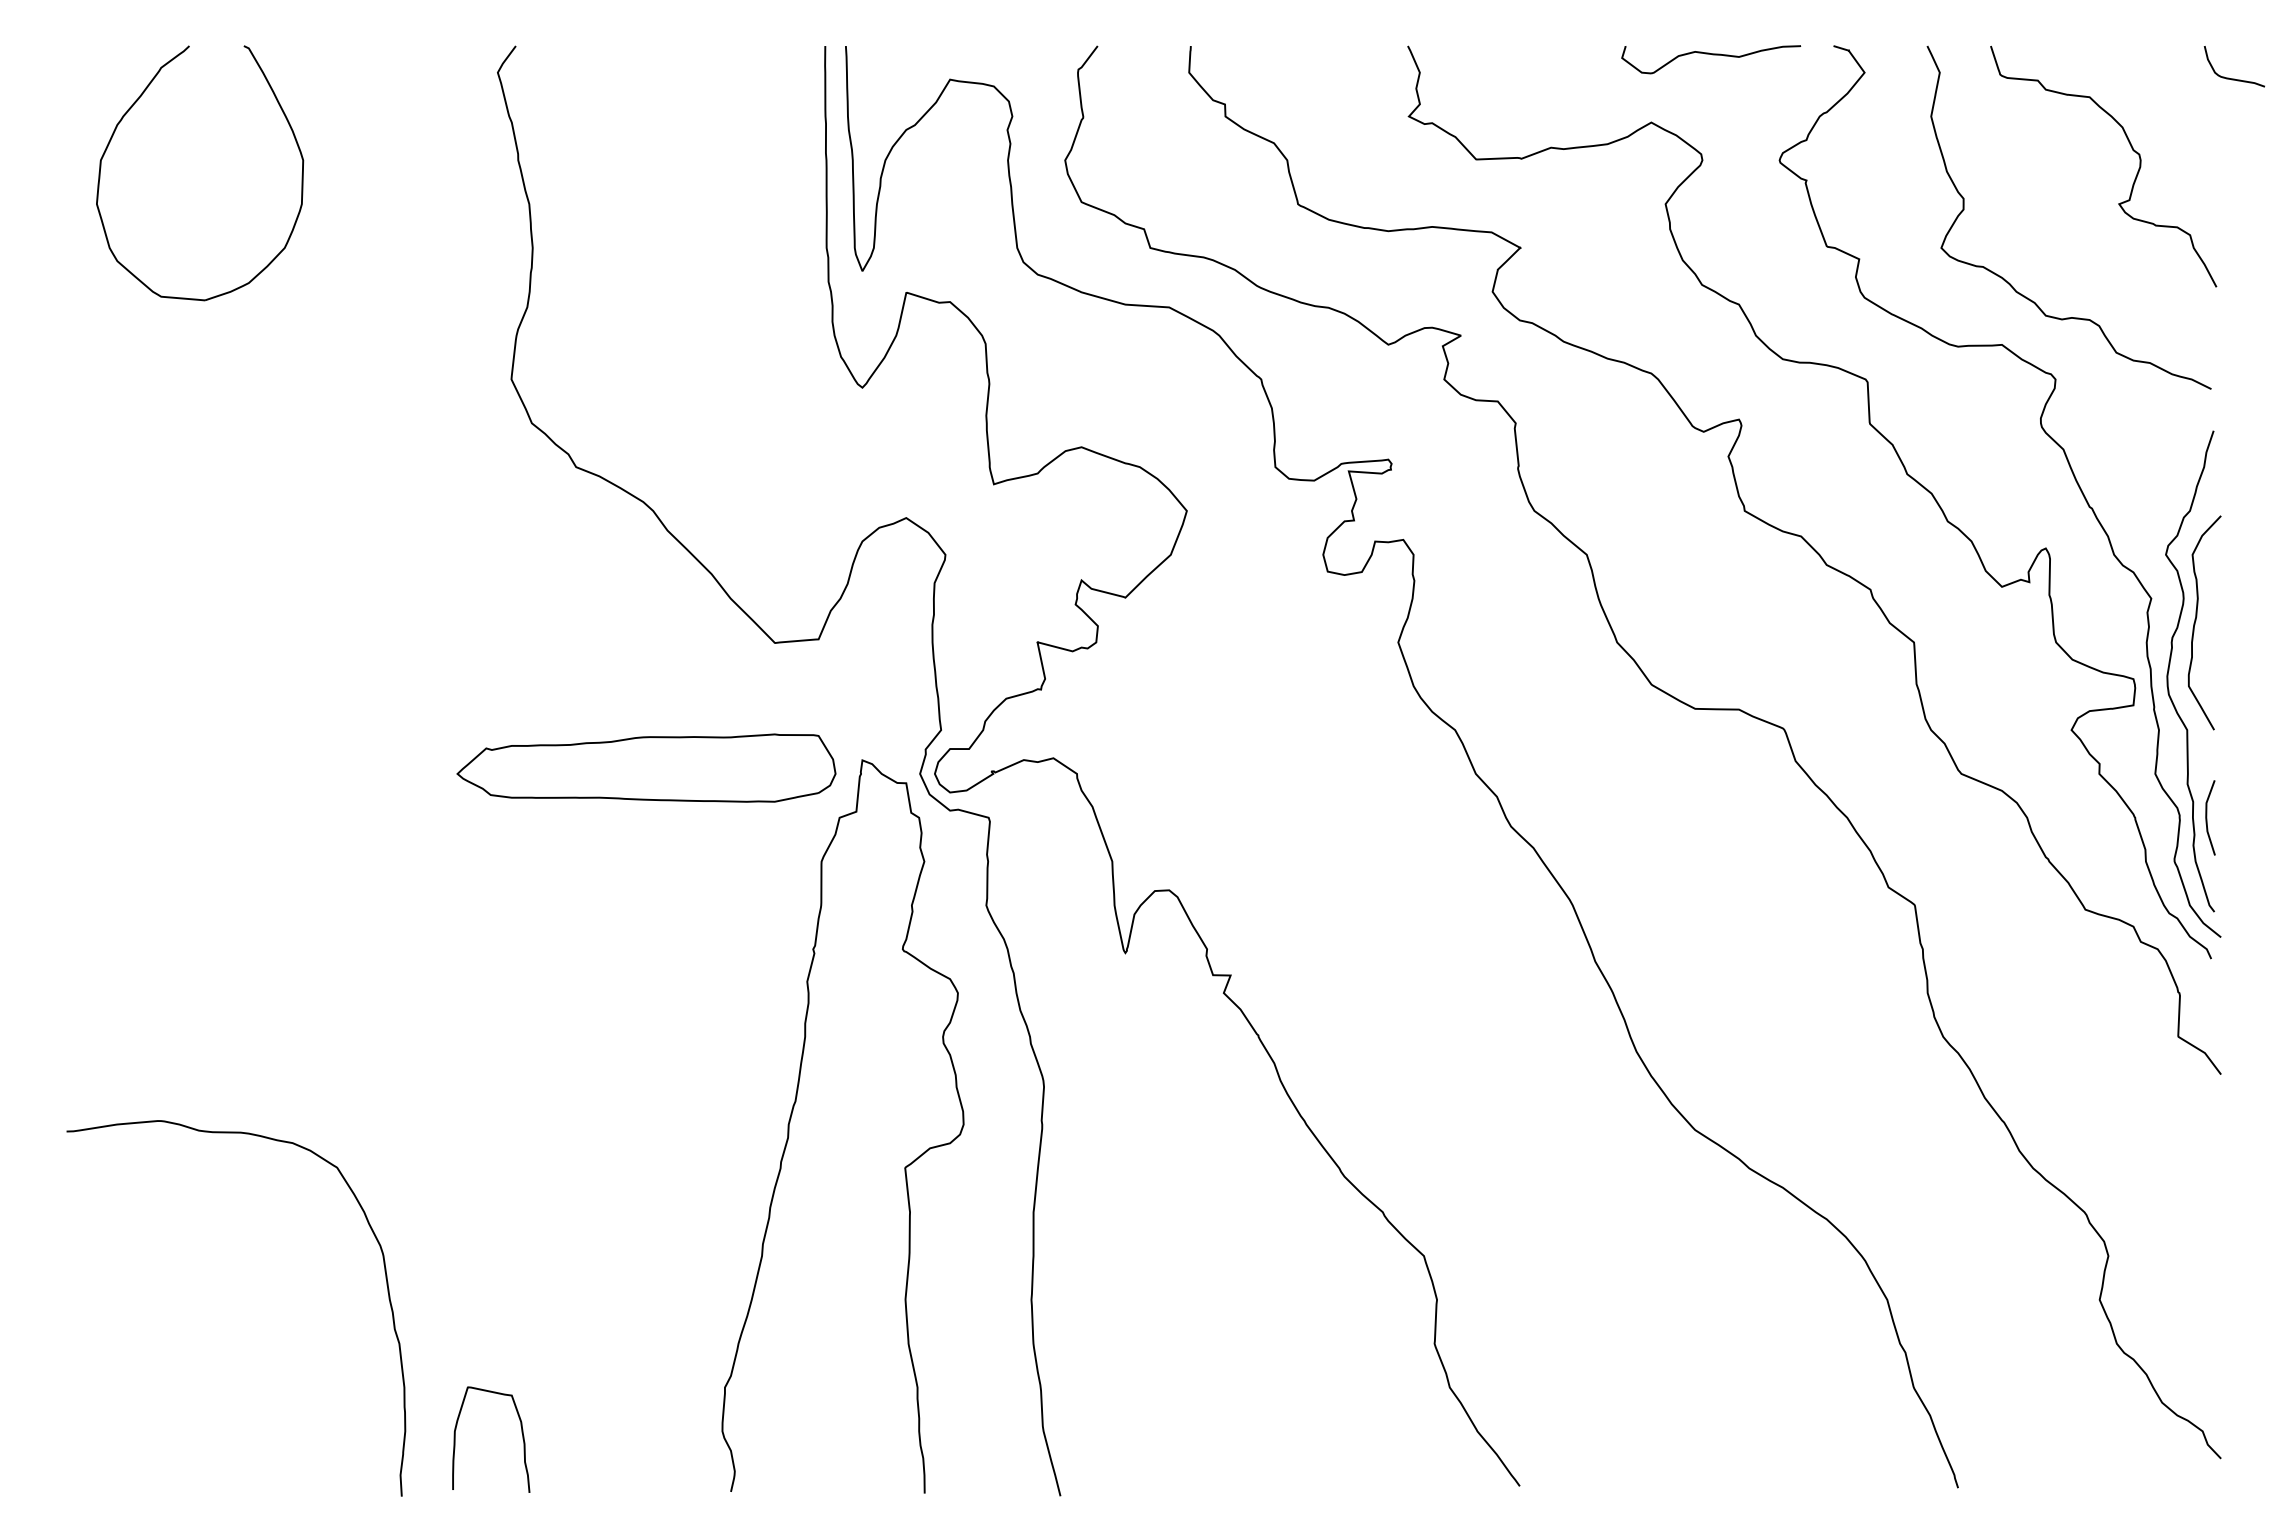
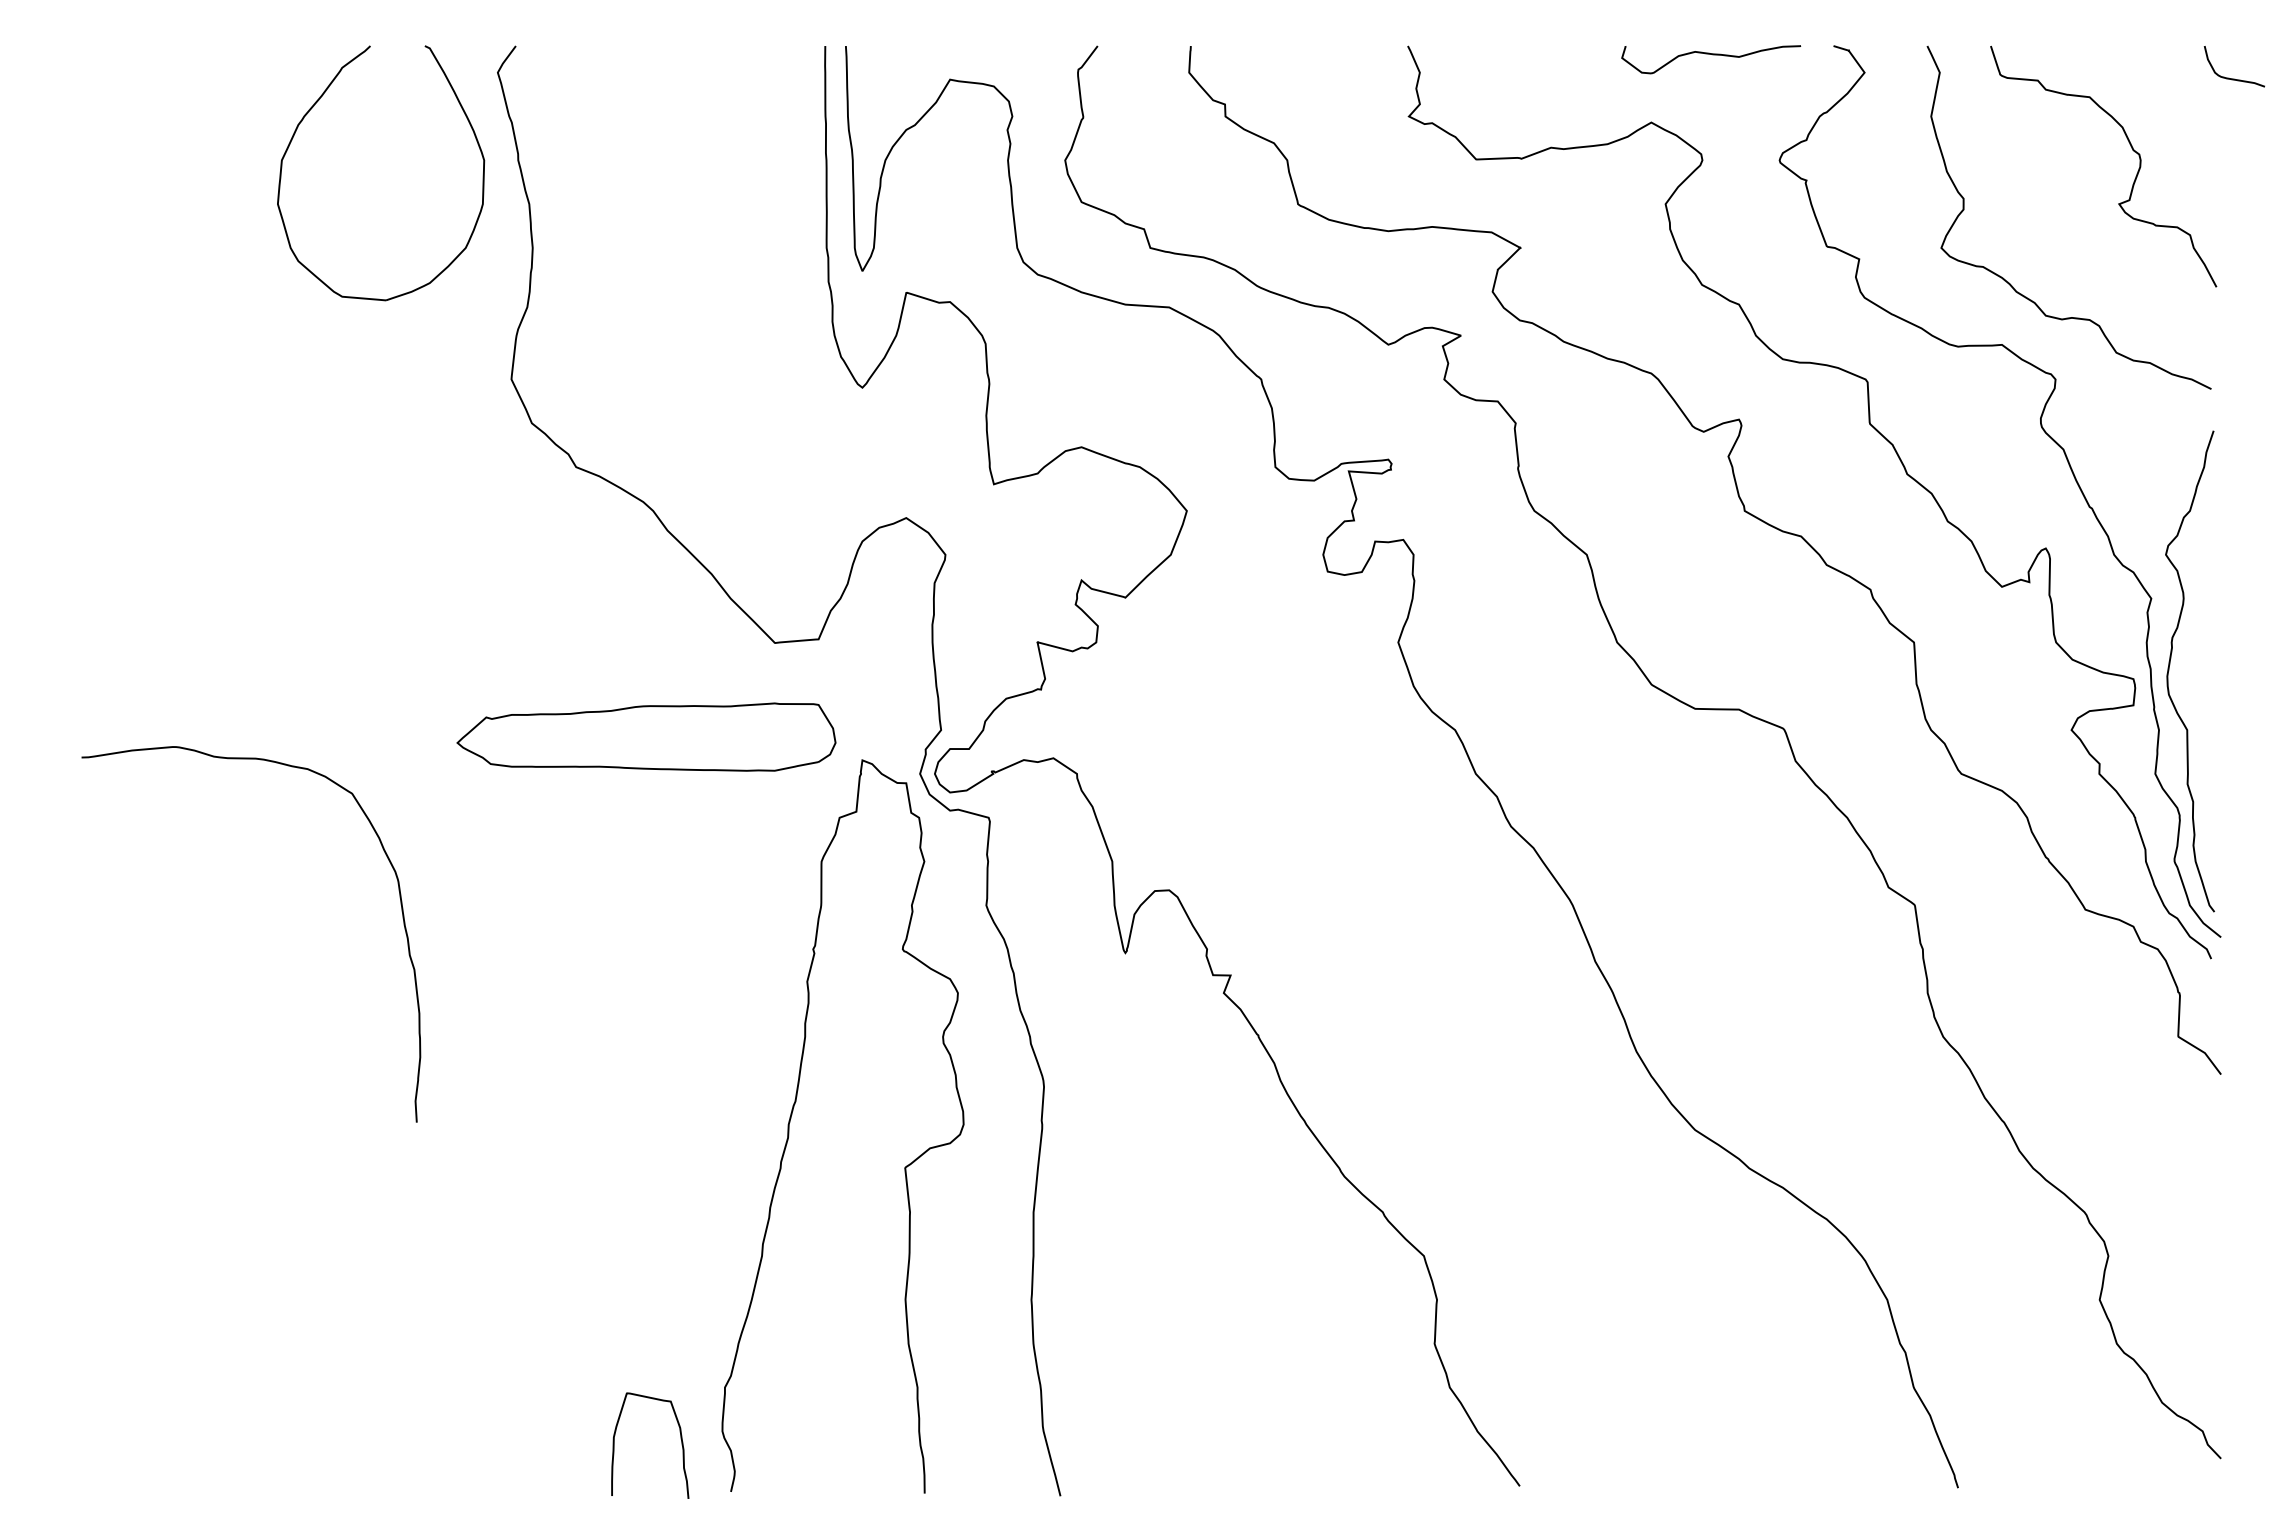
part at (127, 113) position: (127, 113) -> (308, 113)
curve at (2196, 621): present -> none
part at (646, 767) position: (646, 767) -> (646, 736)
line at (2207, 817): present -> none
curve at (386, 1285) position: (386, 1285) -> (401, 911)
curve at (521, 1433) position: (521, 1433) -> (680, 1439)
